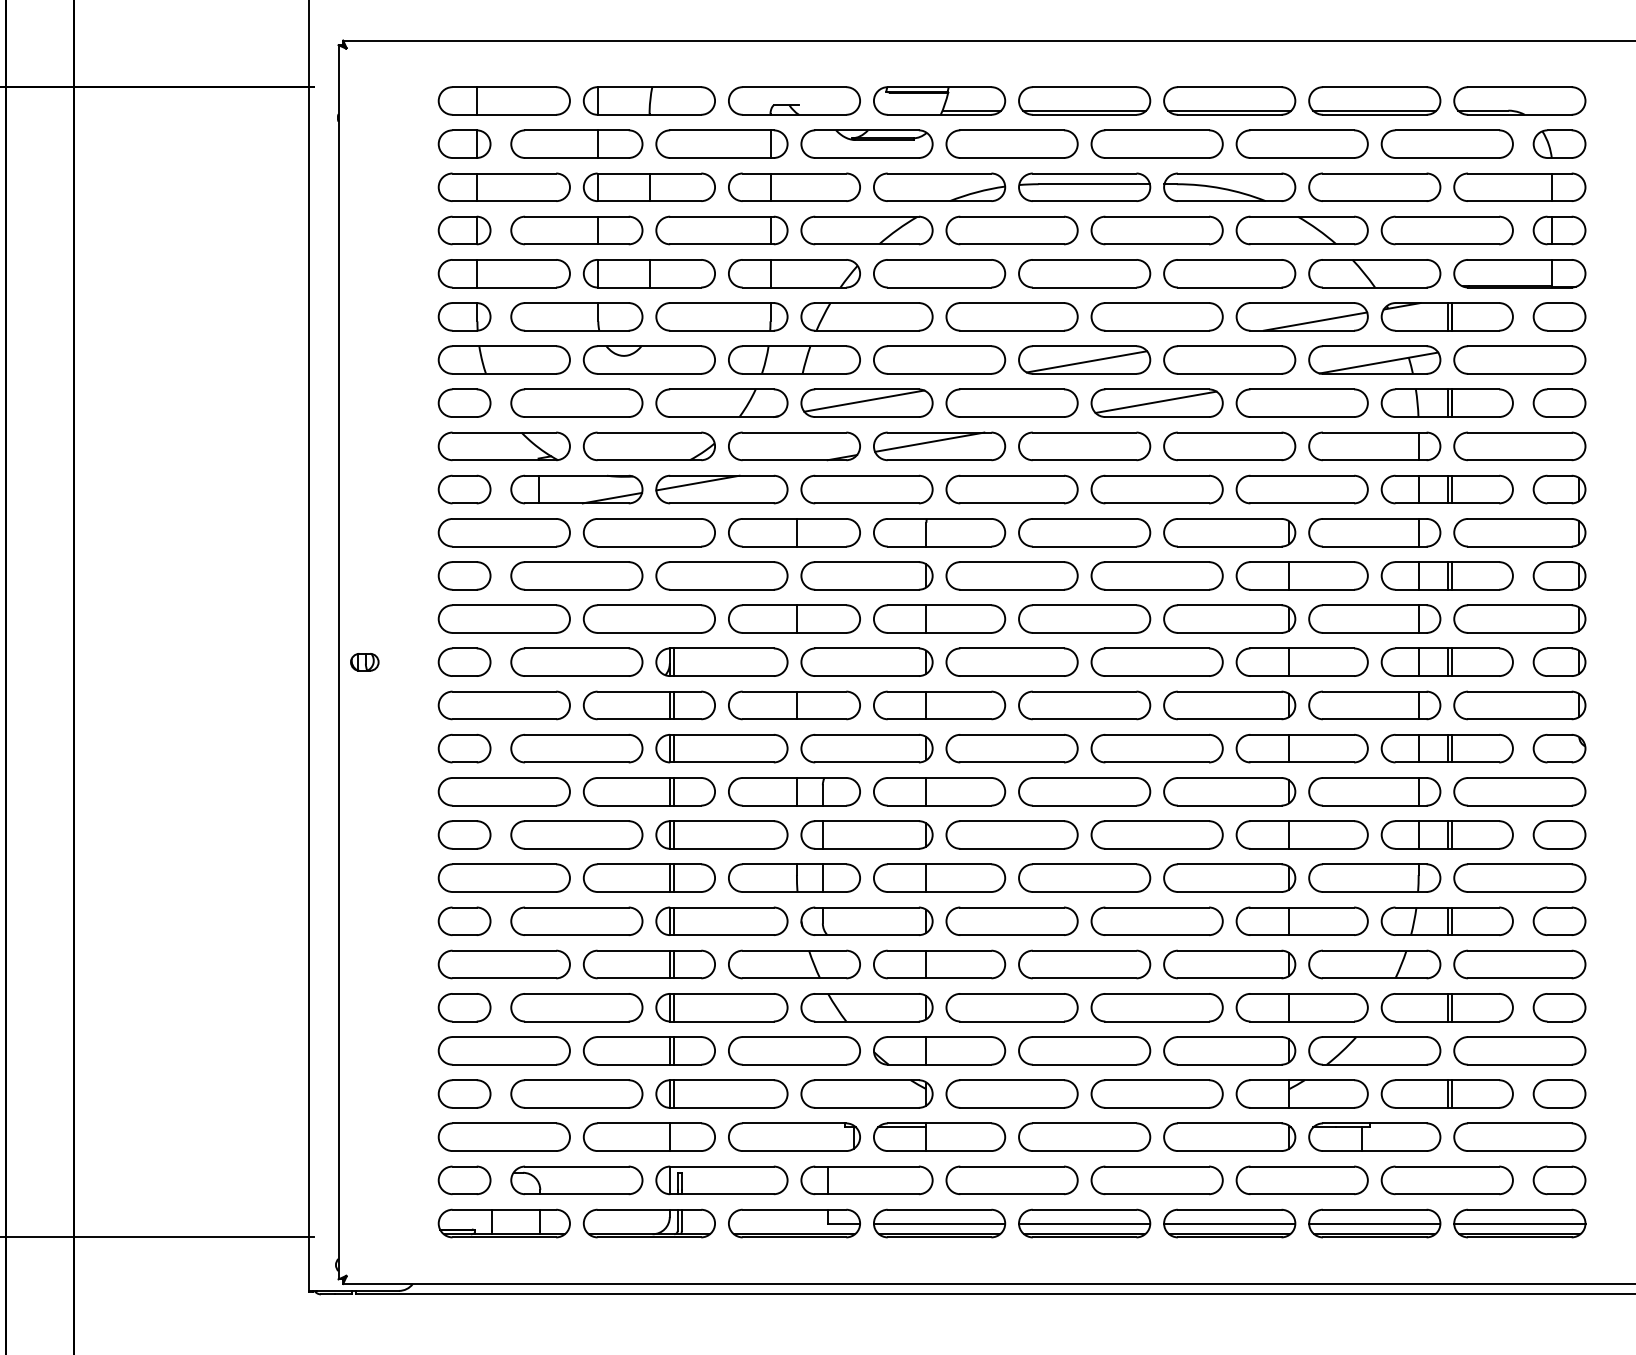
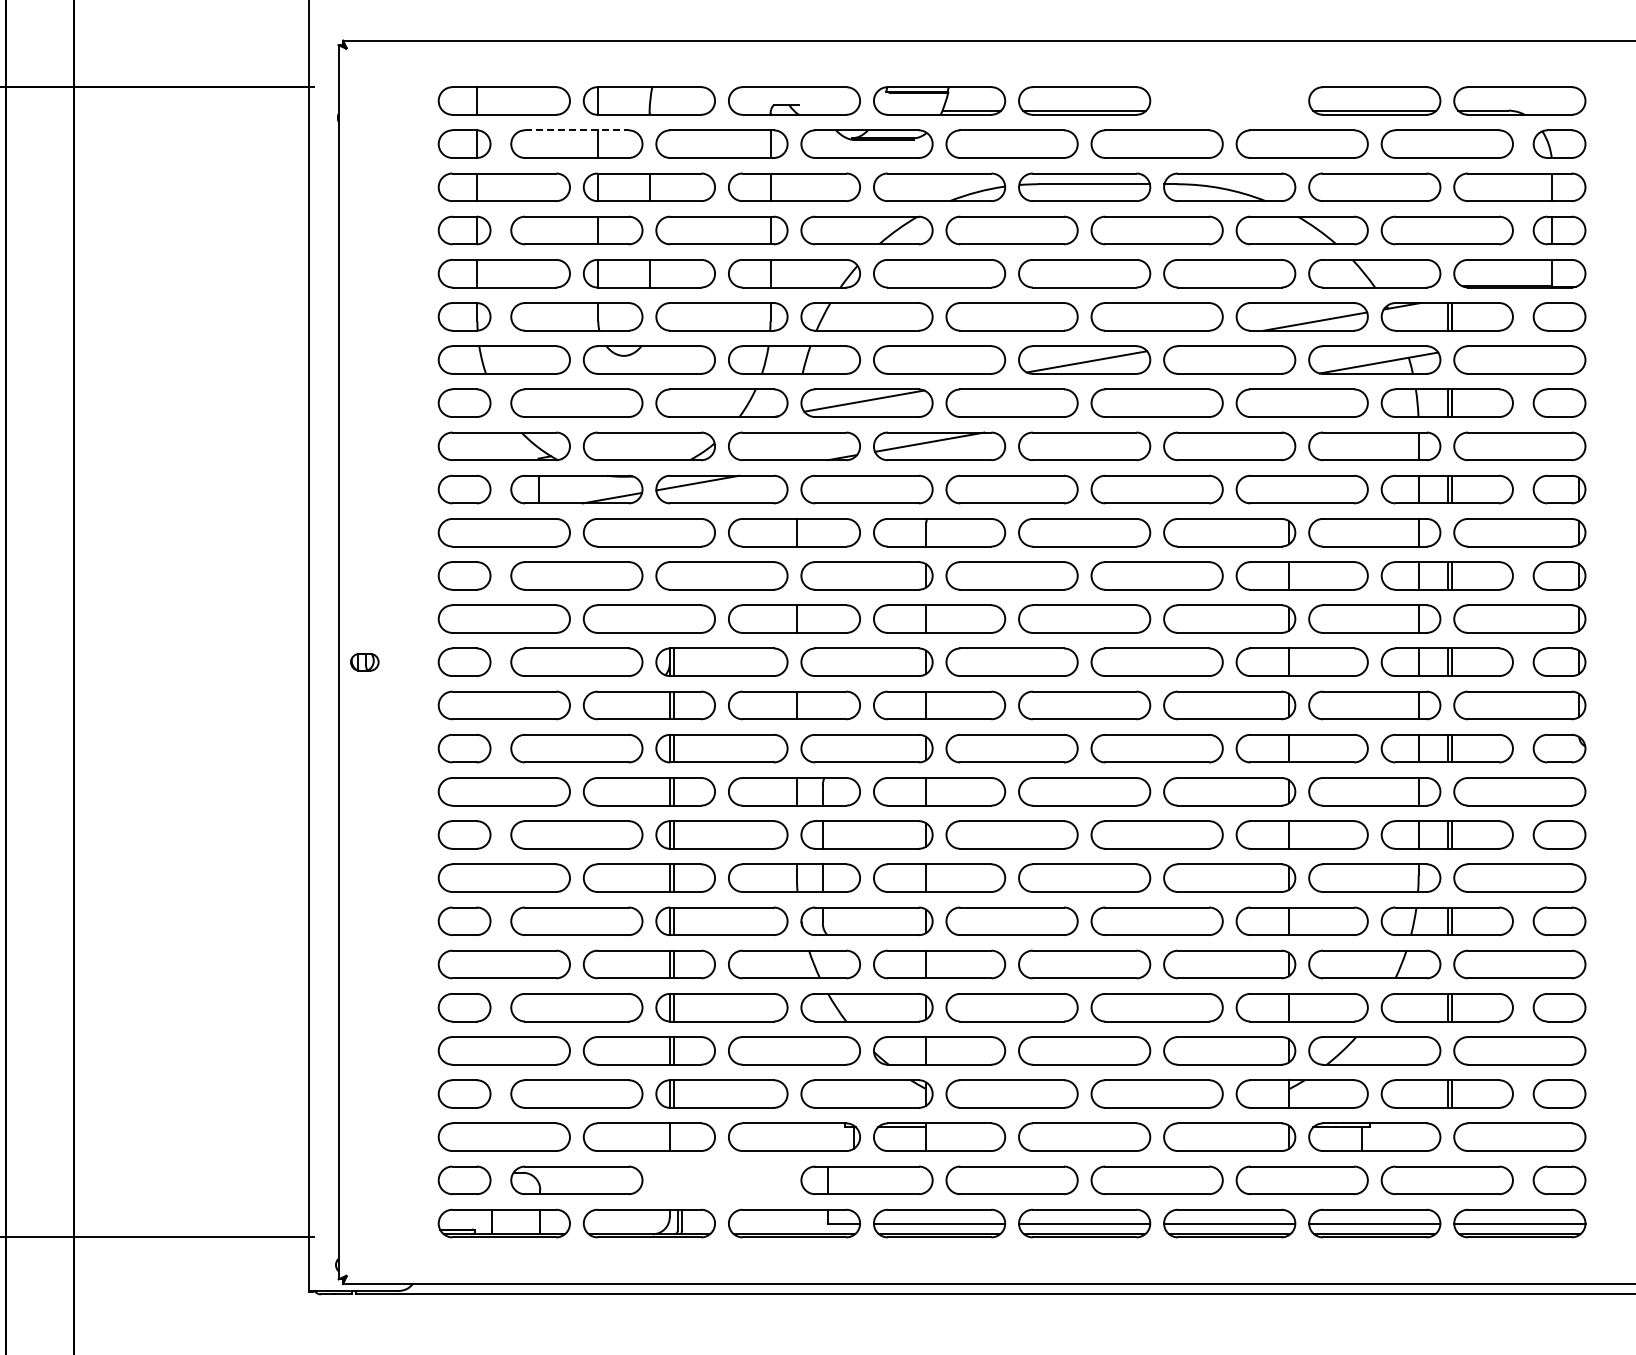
part at (1229, 100): present -> none
line at (576, 130): solid -> dashed
line at (1155, 401): present -> none
part at (721, 1180): present -> none
